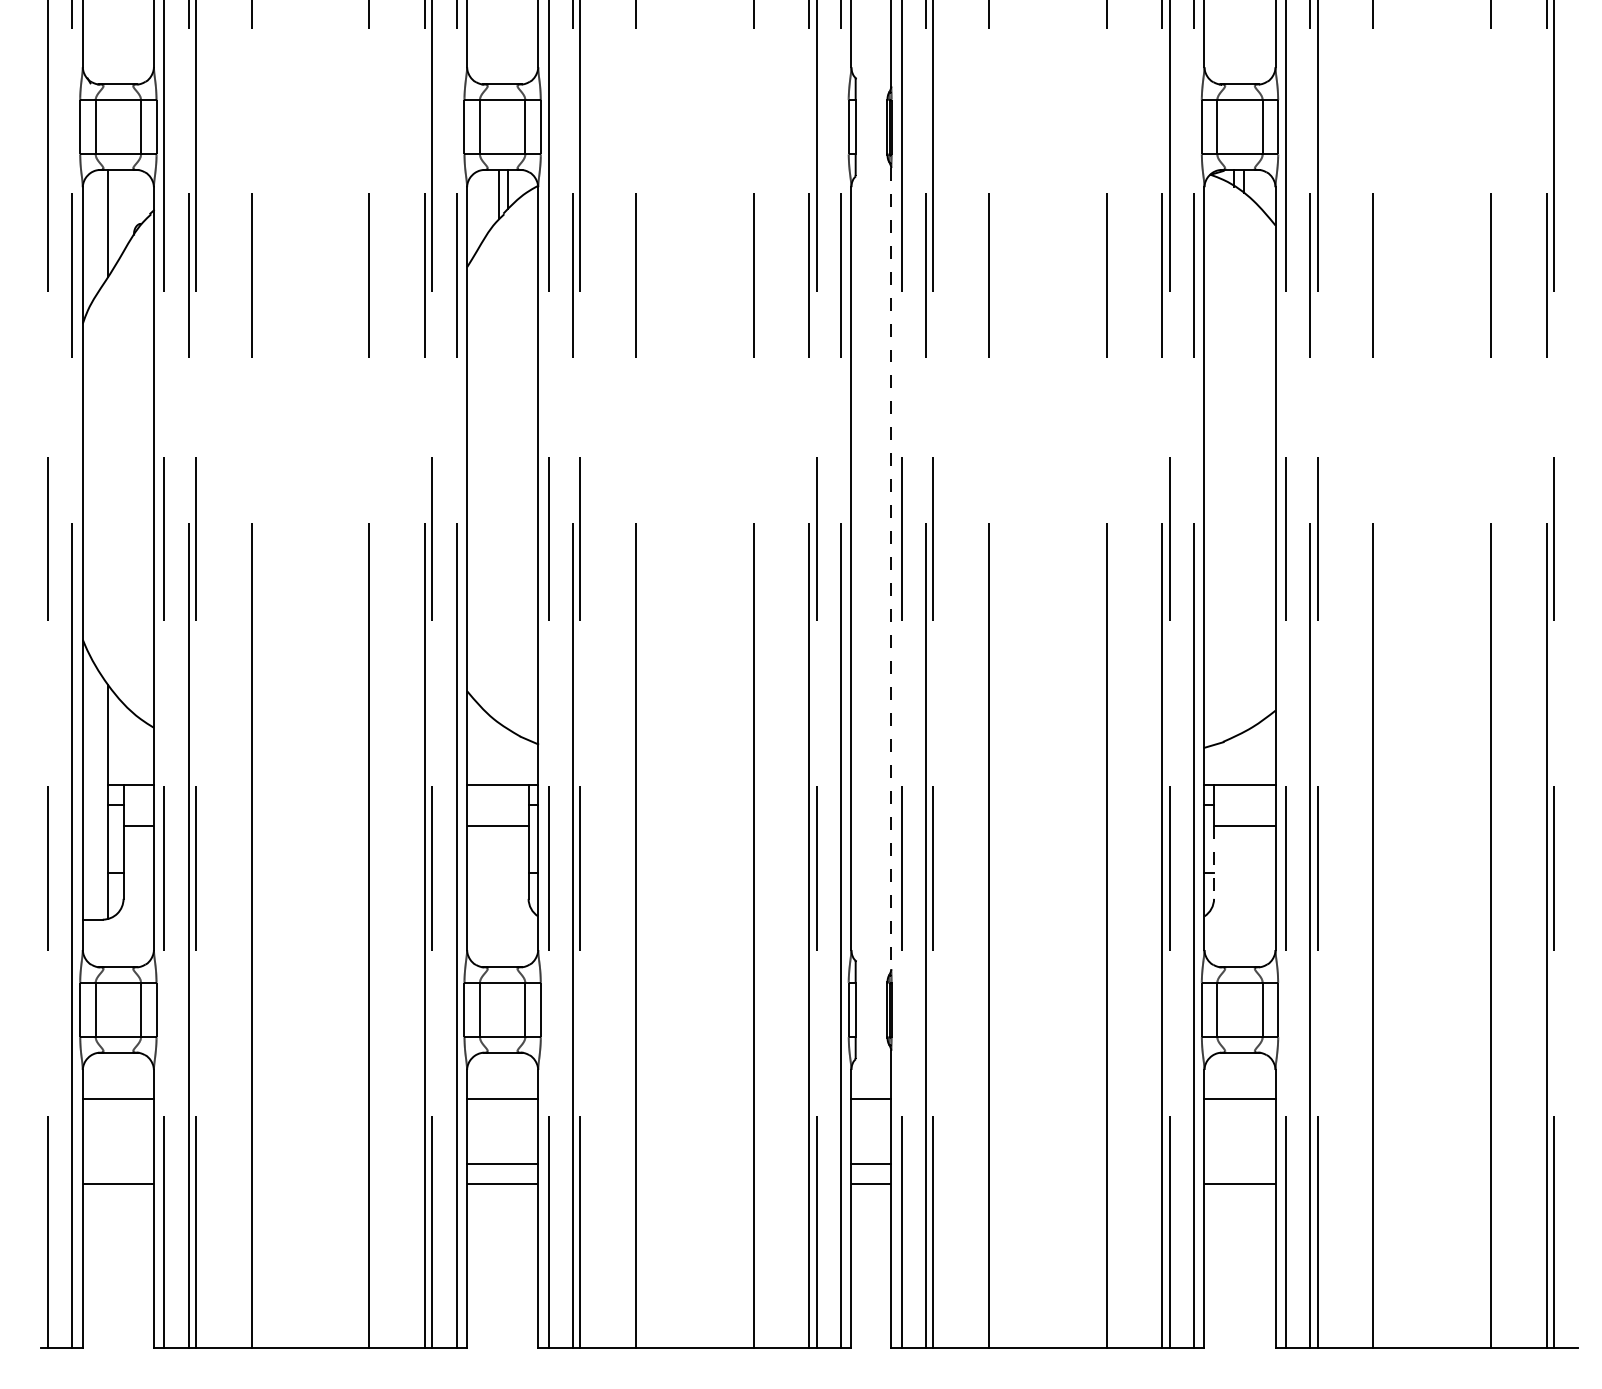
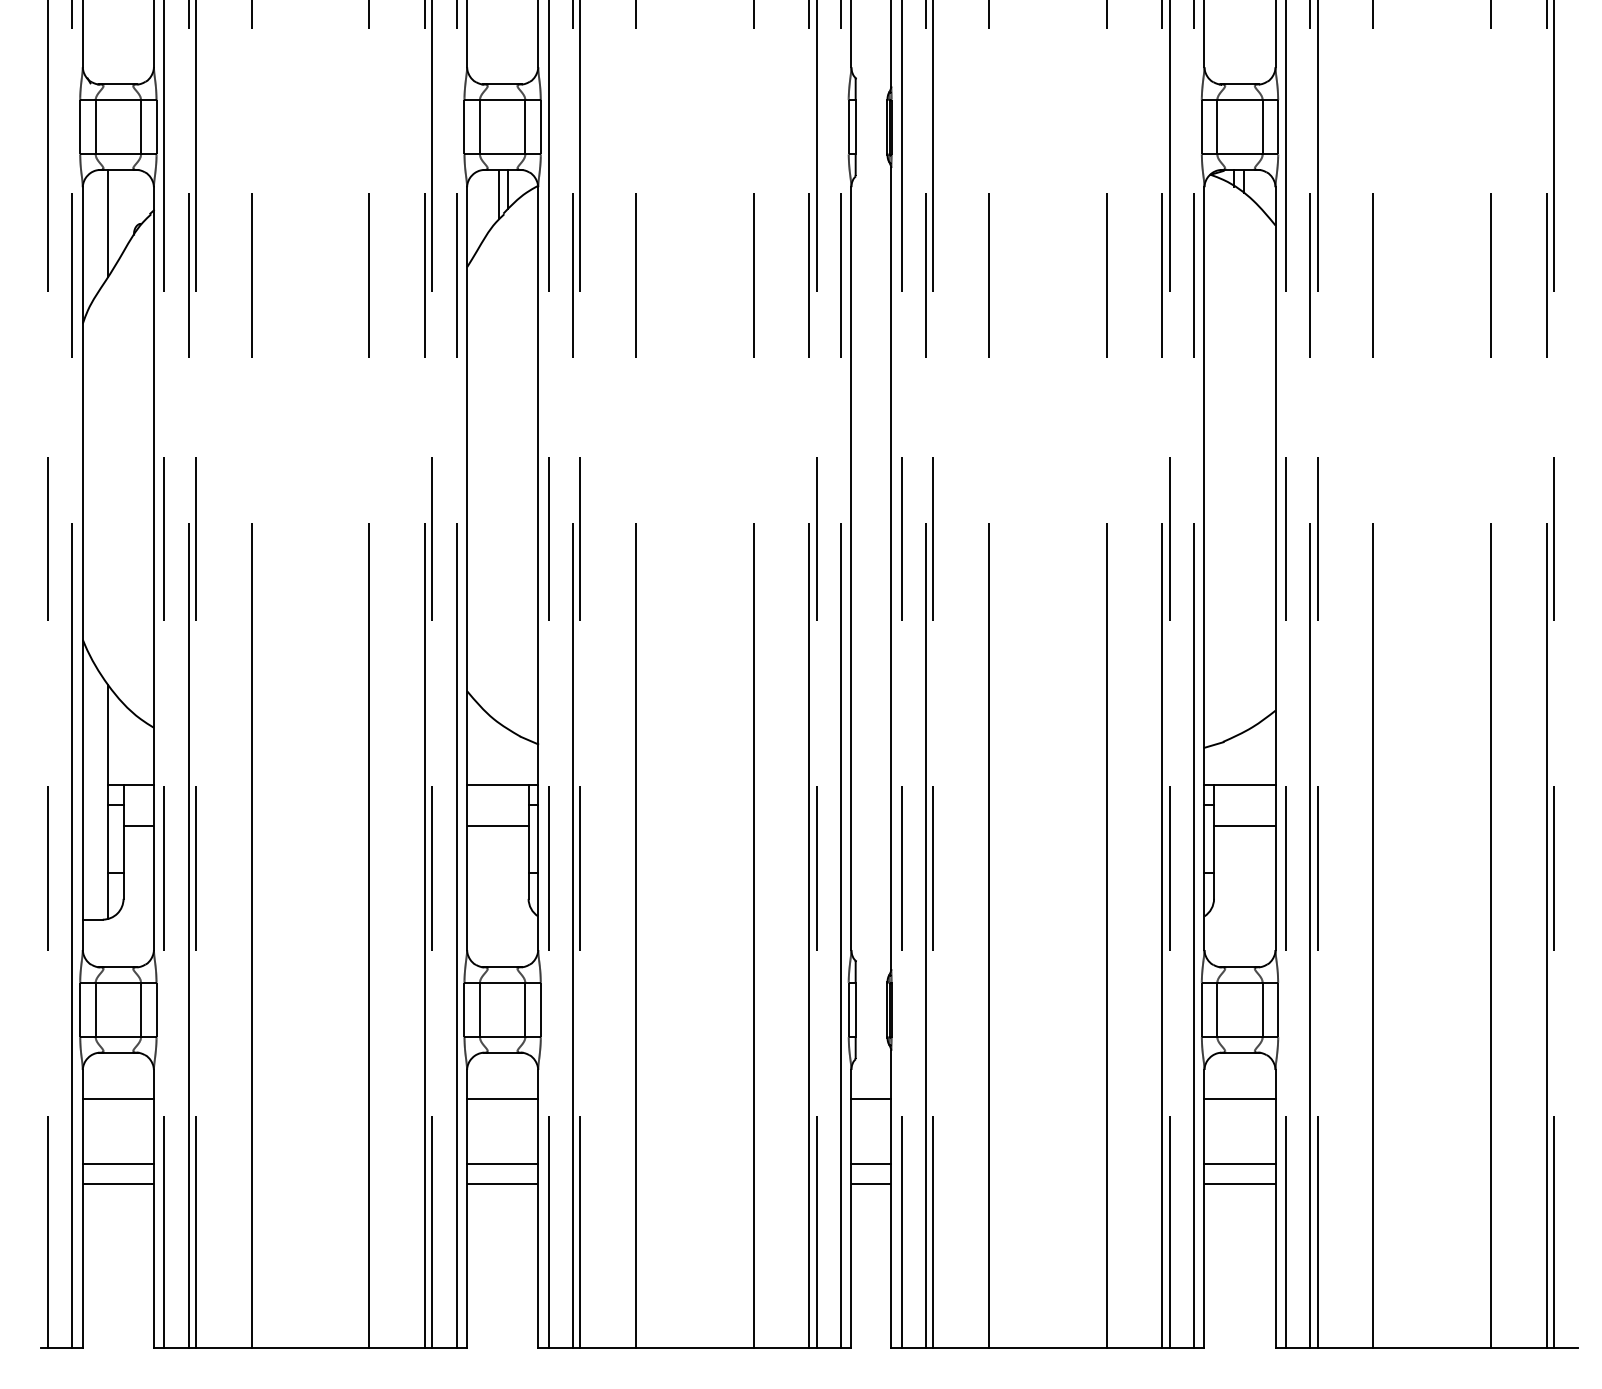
line at (891, 568): dashed -> solid
line at (1214, 863): dashed -> solid
line at (117, 1163): none -> present
line at (1239, 1163): none -> present
